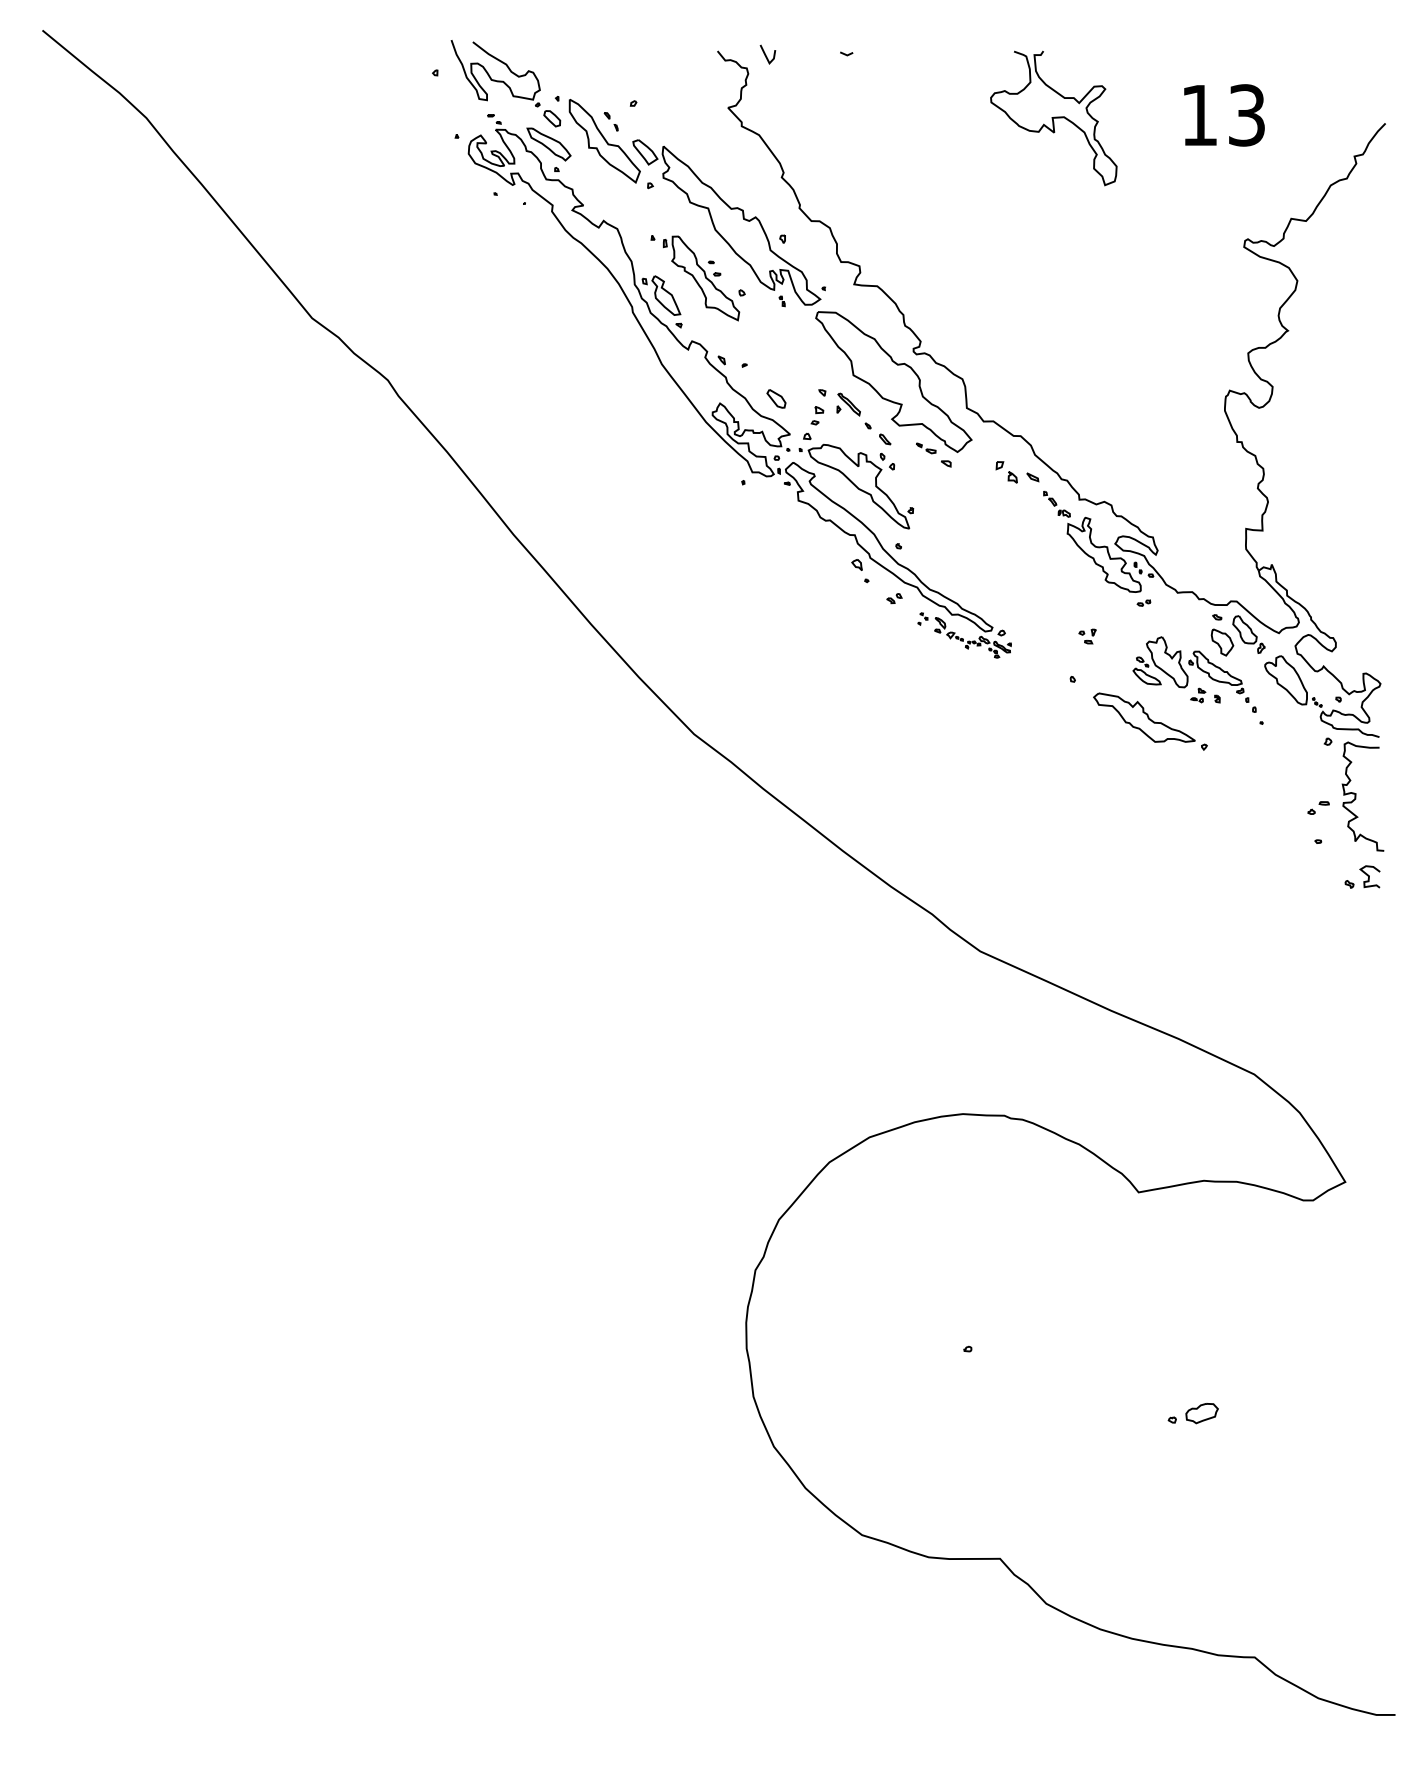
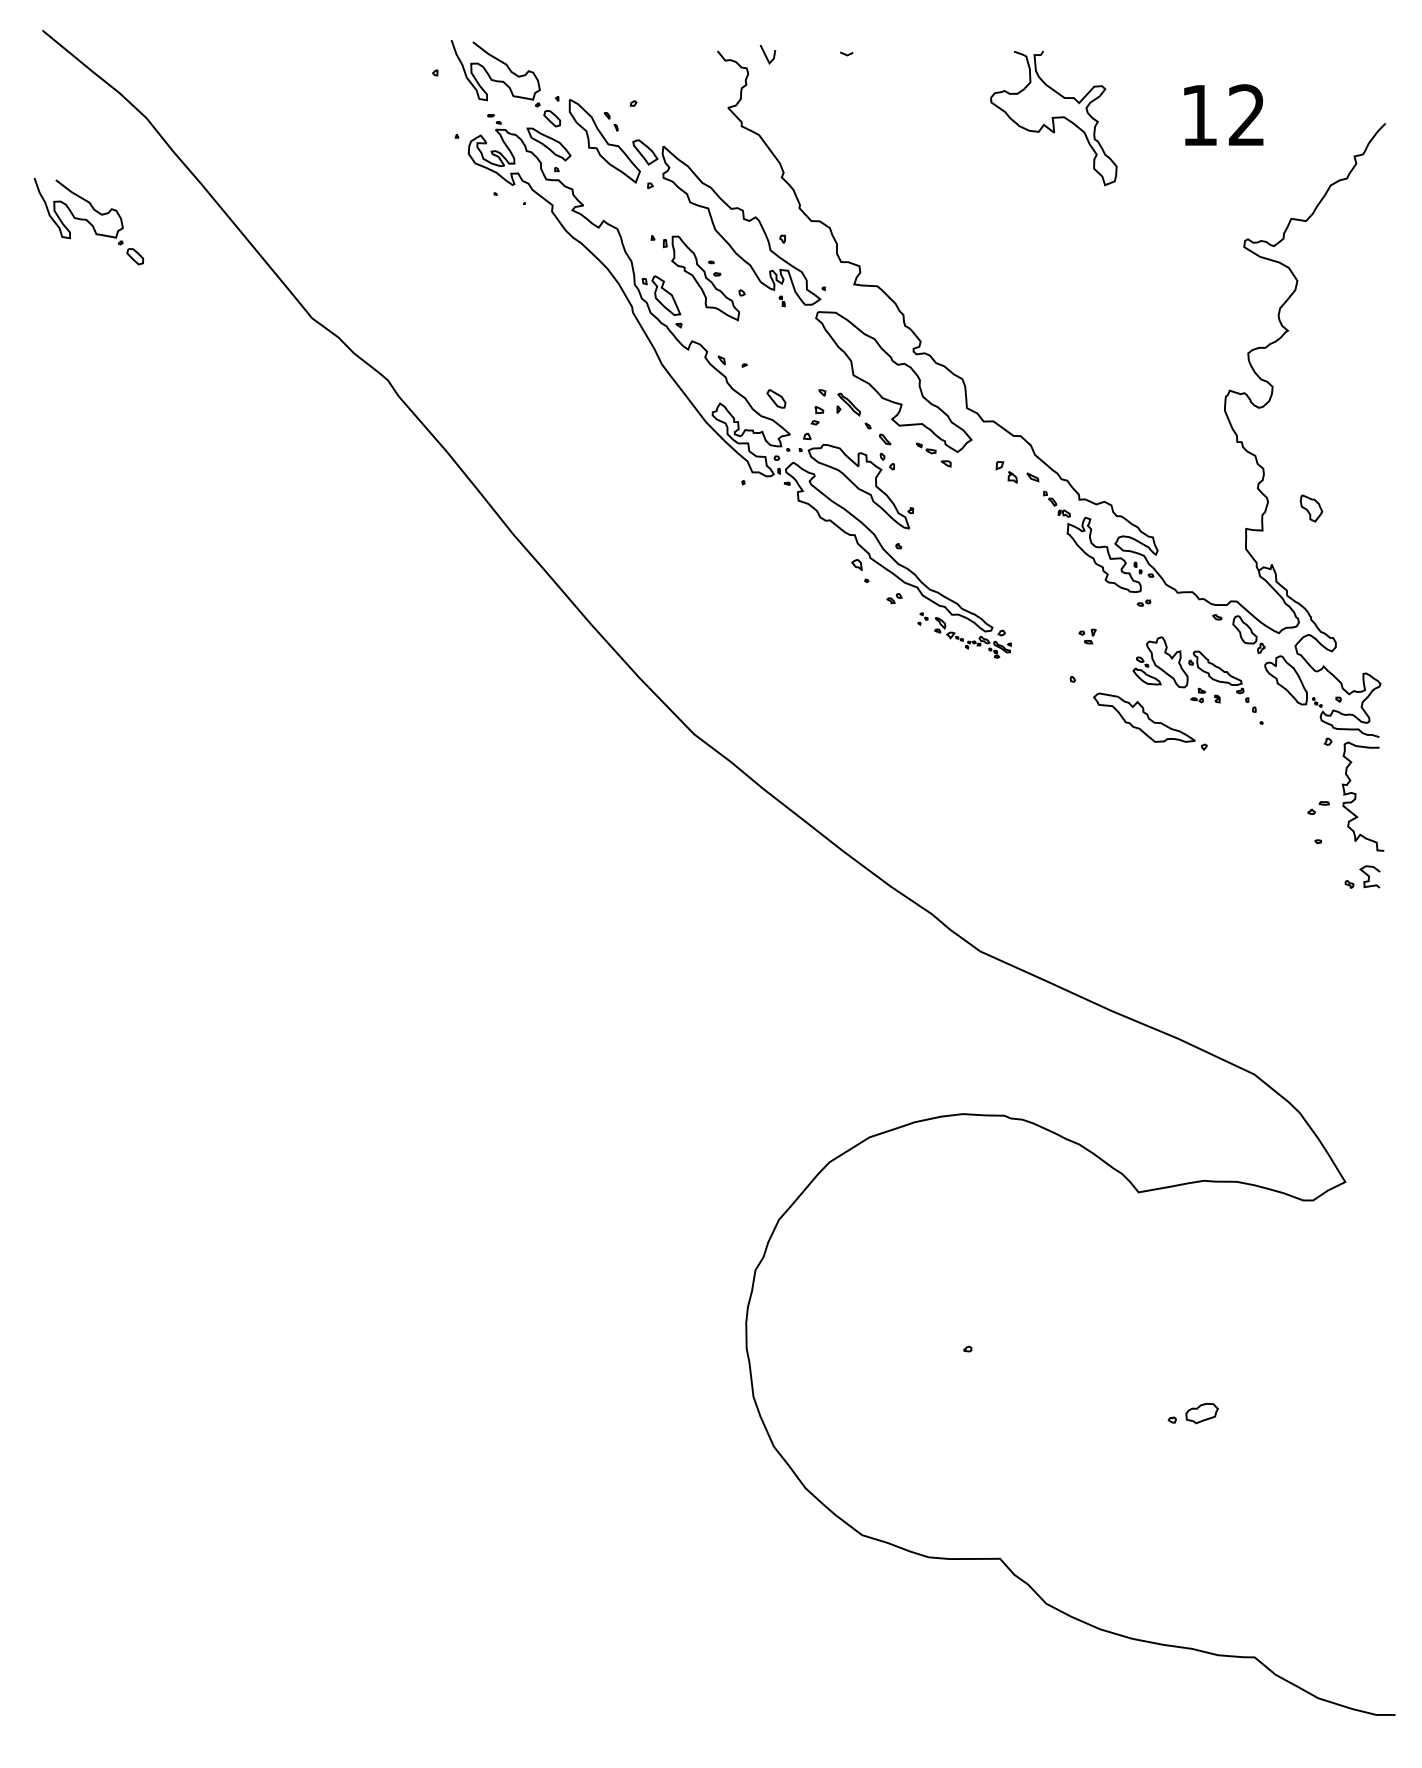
text at (1246, 115): 13 -> 12
part at (88, 221): none -> present
part at (1222, 642) position: (1222, 642) -> (1311, 508)
